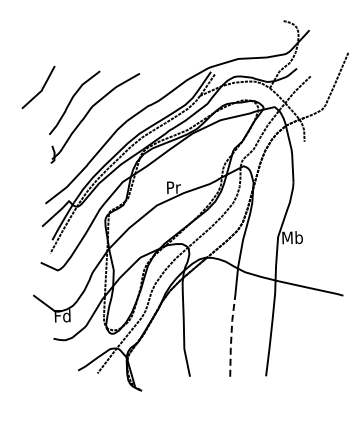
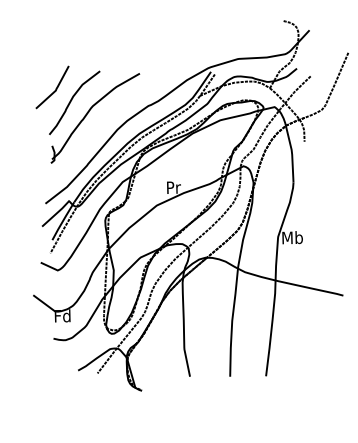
line at (41, 88) position: (41, 88) -> (55, 88)
line at (231, 335): dashed -> solid
